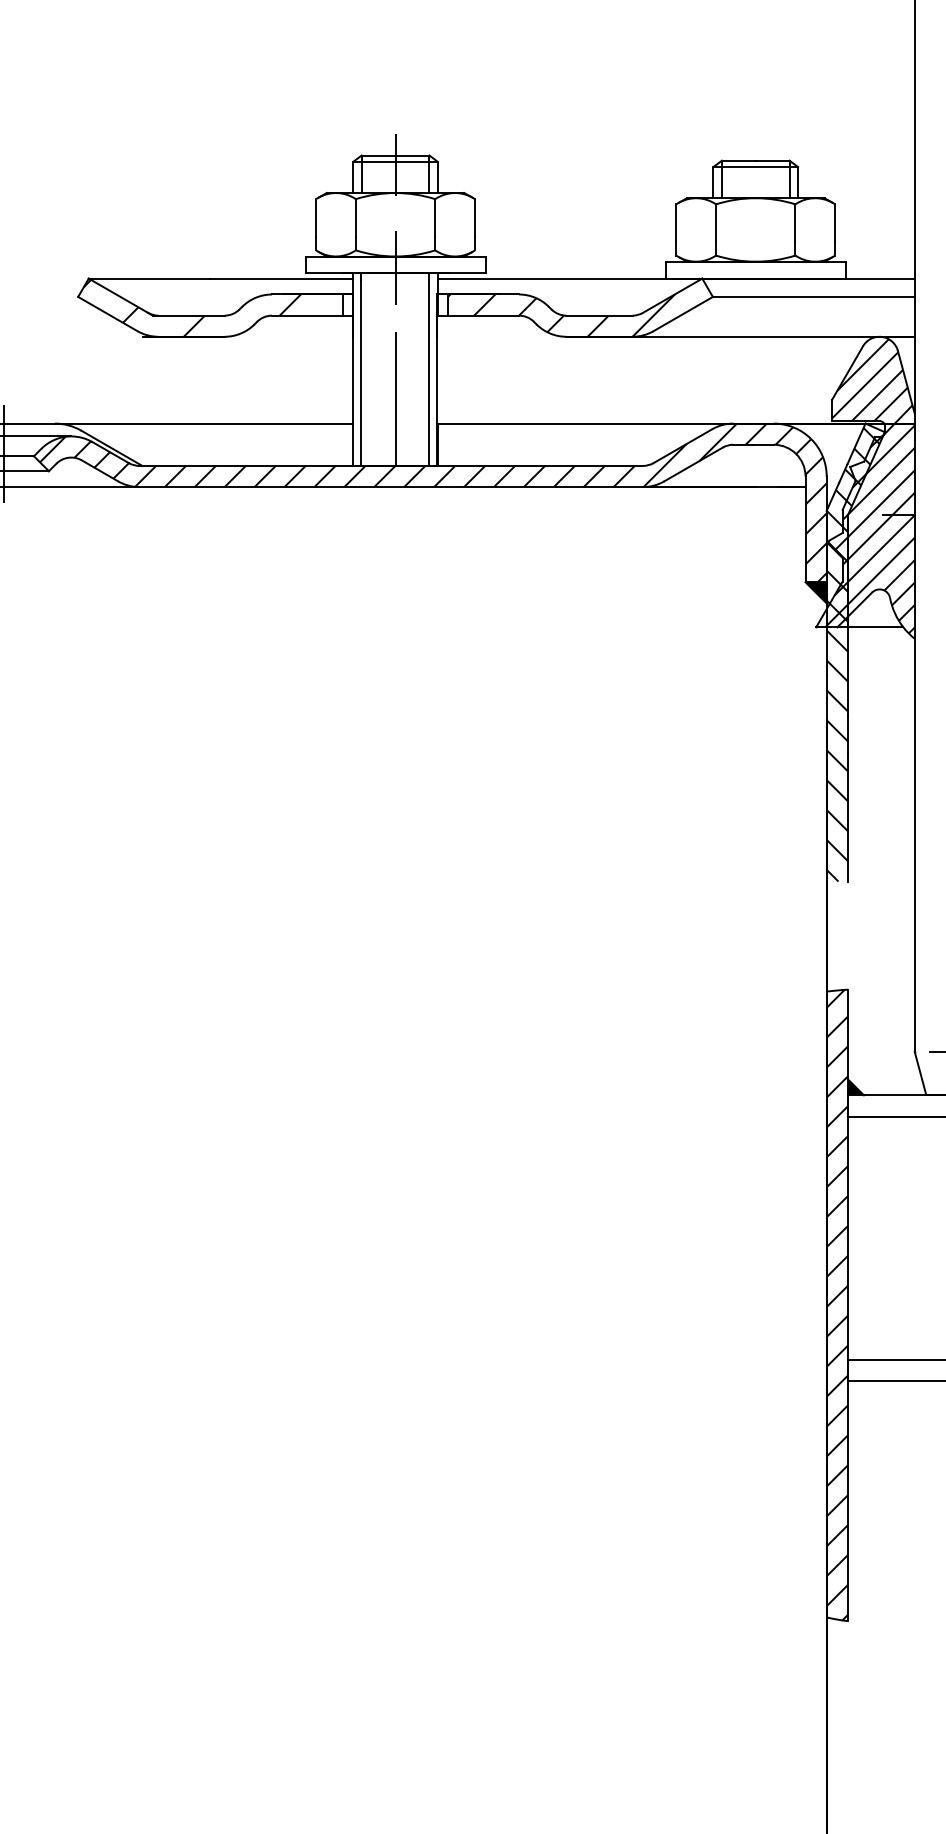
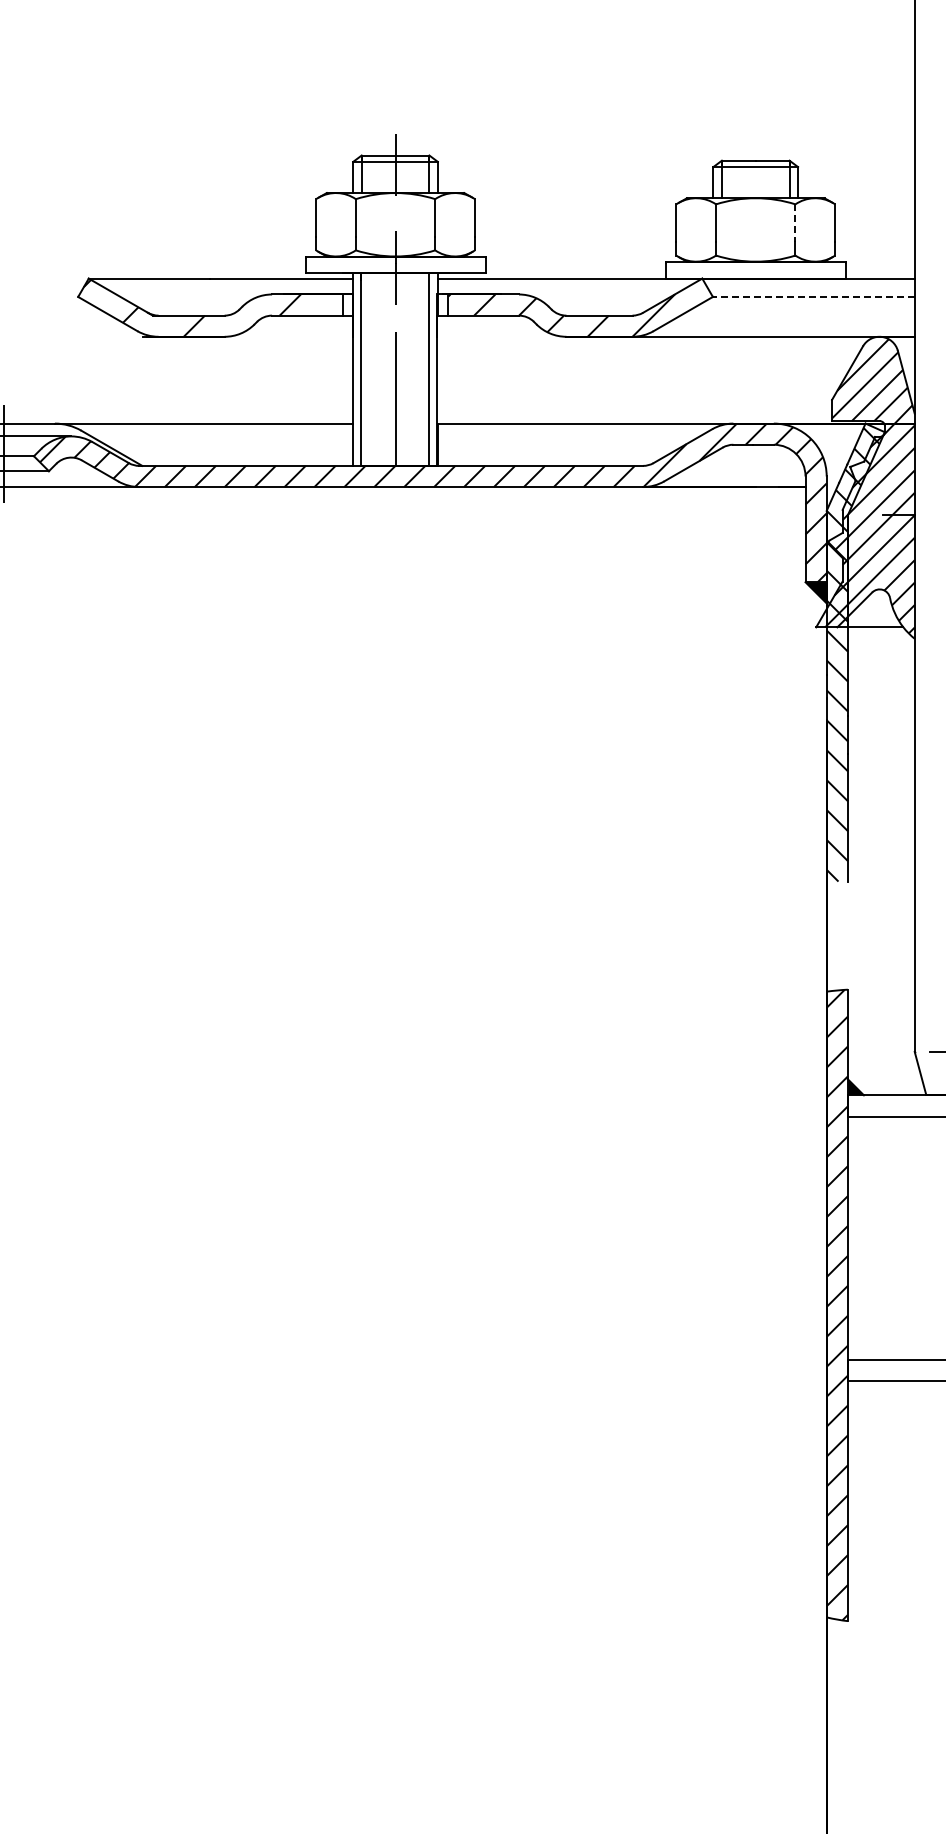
line at (795, 223): solid -> dashed
line at (813, 296): solid -> dashed
